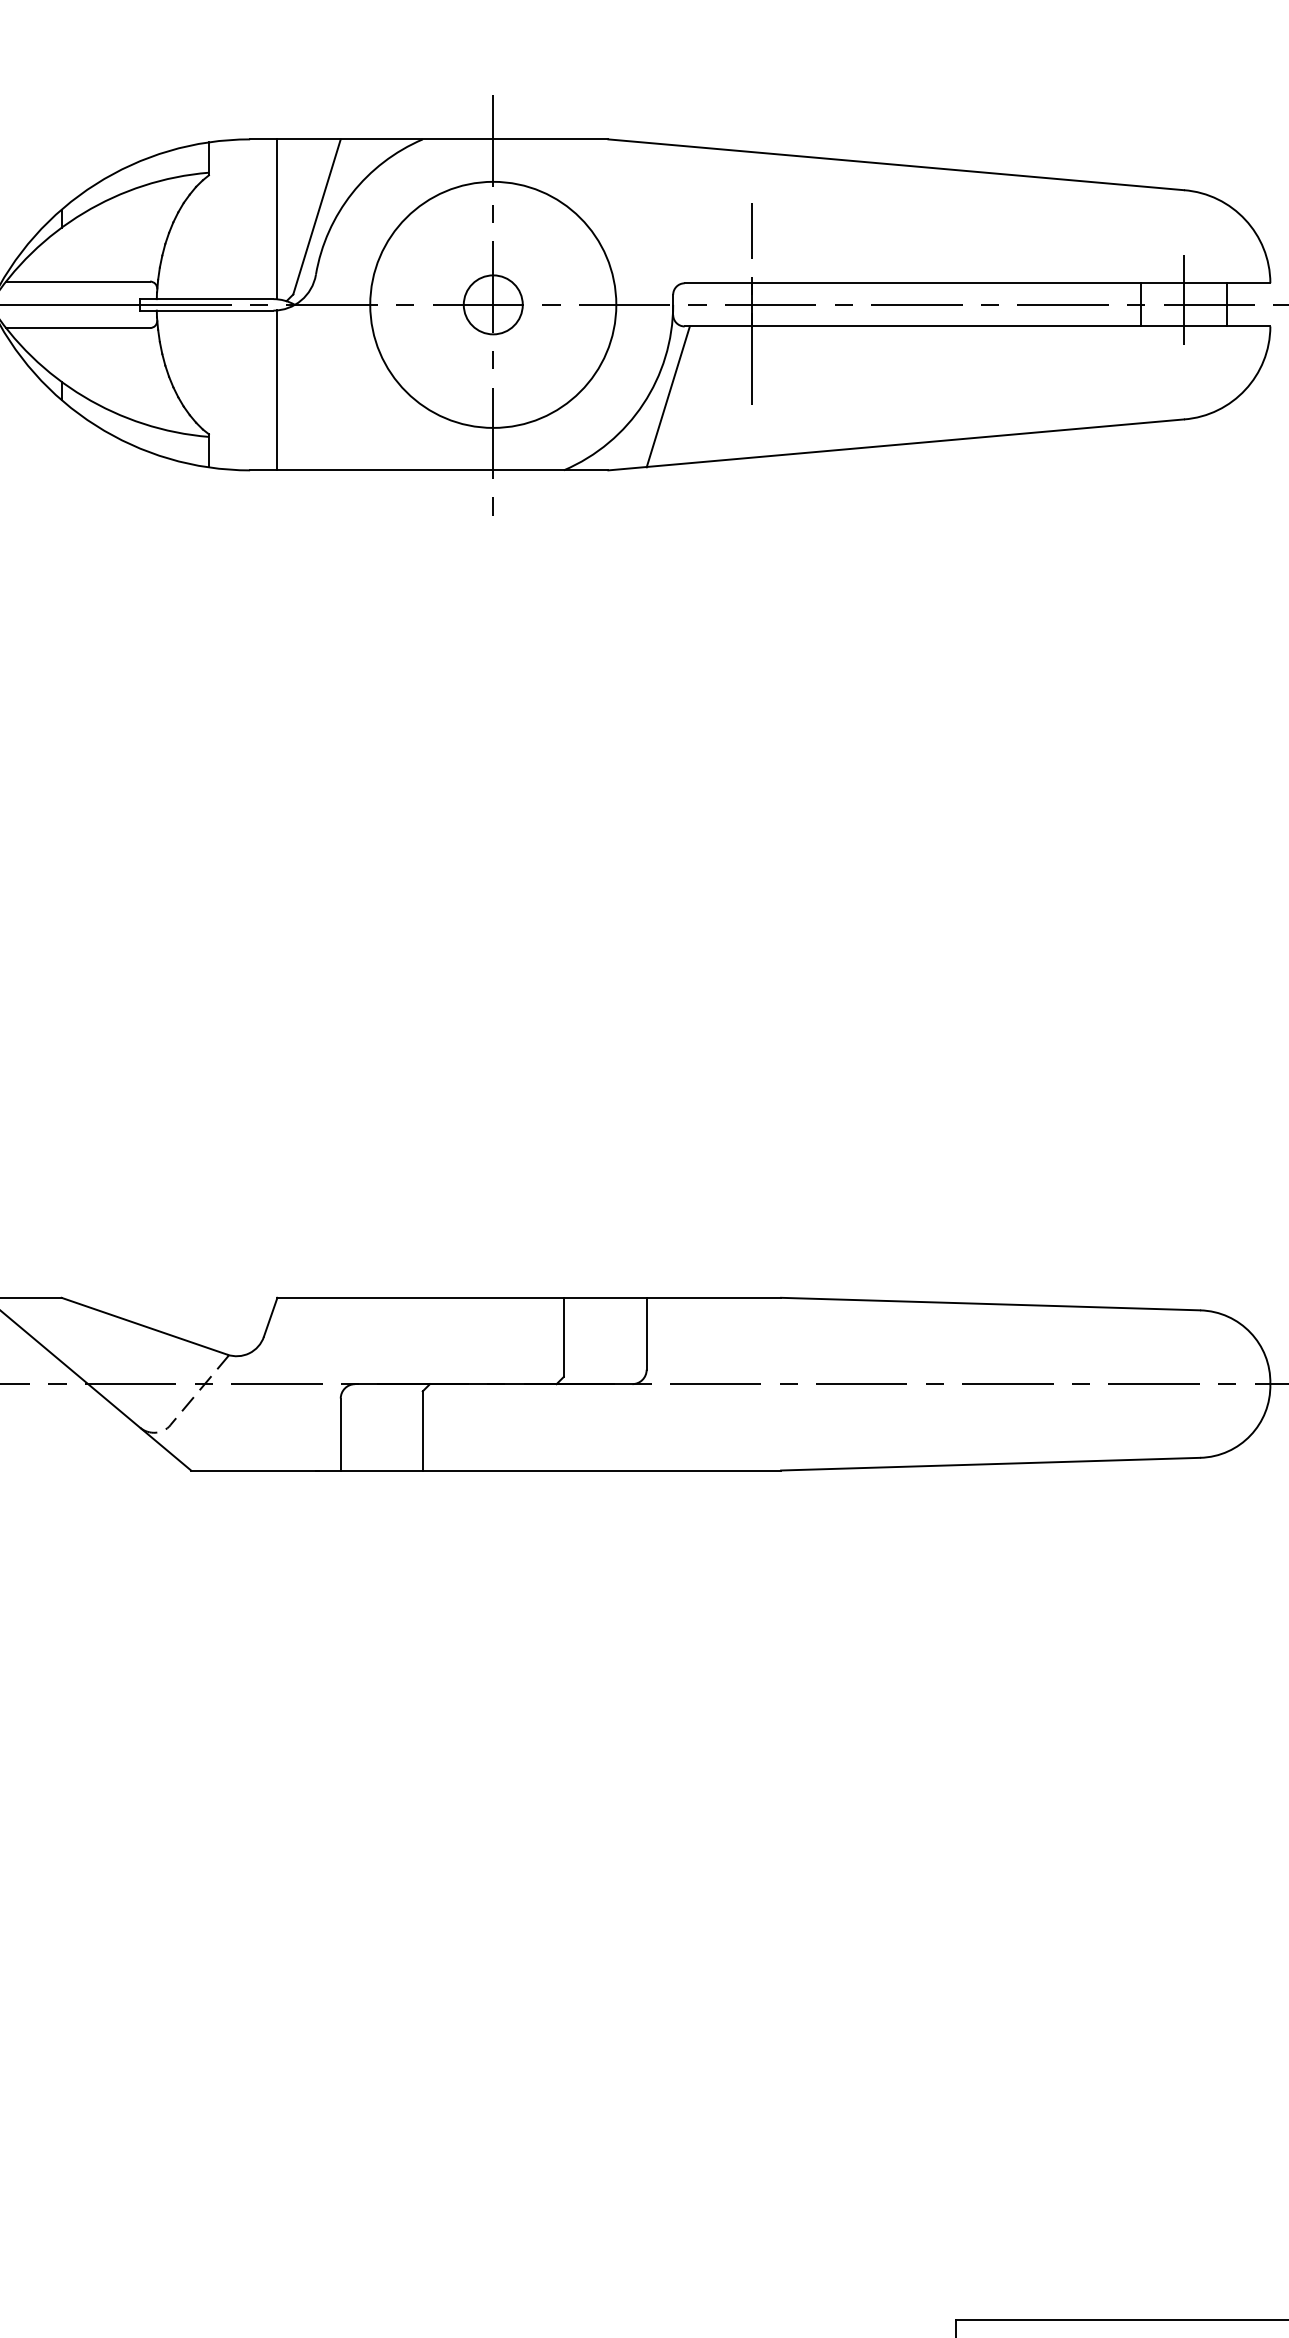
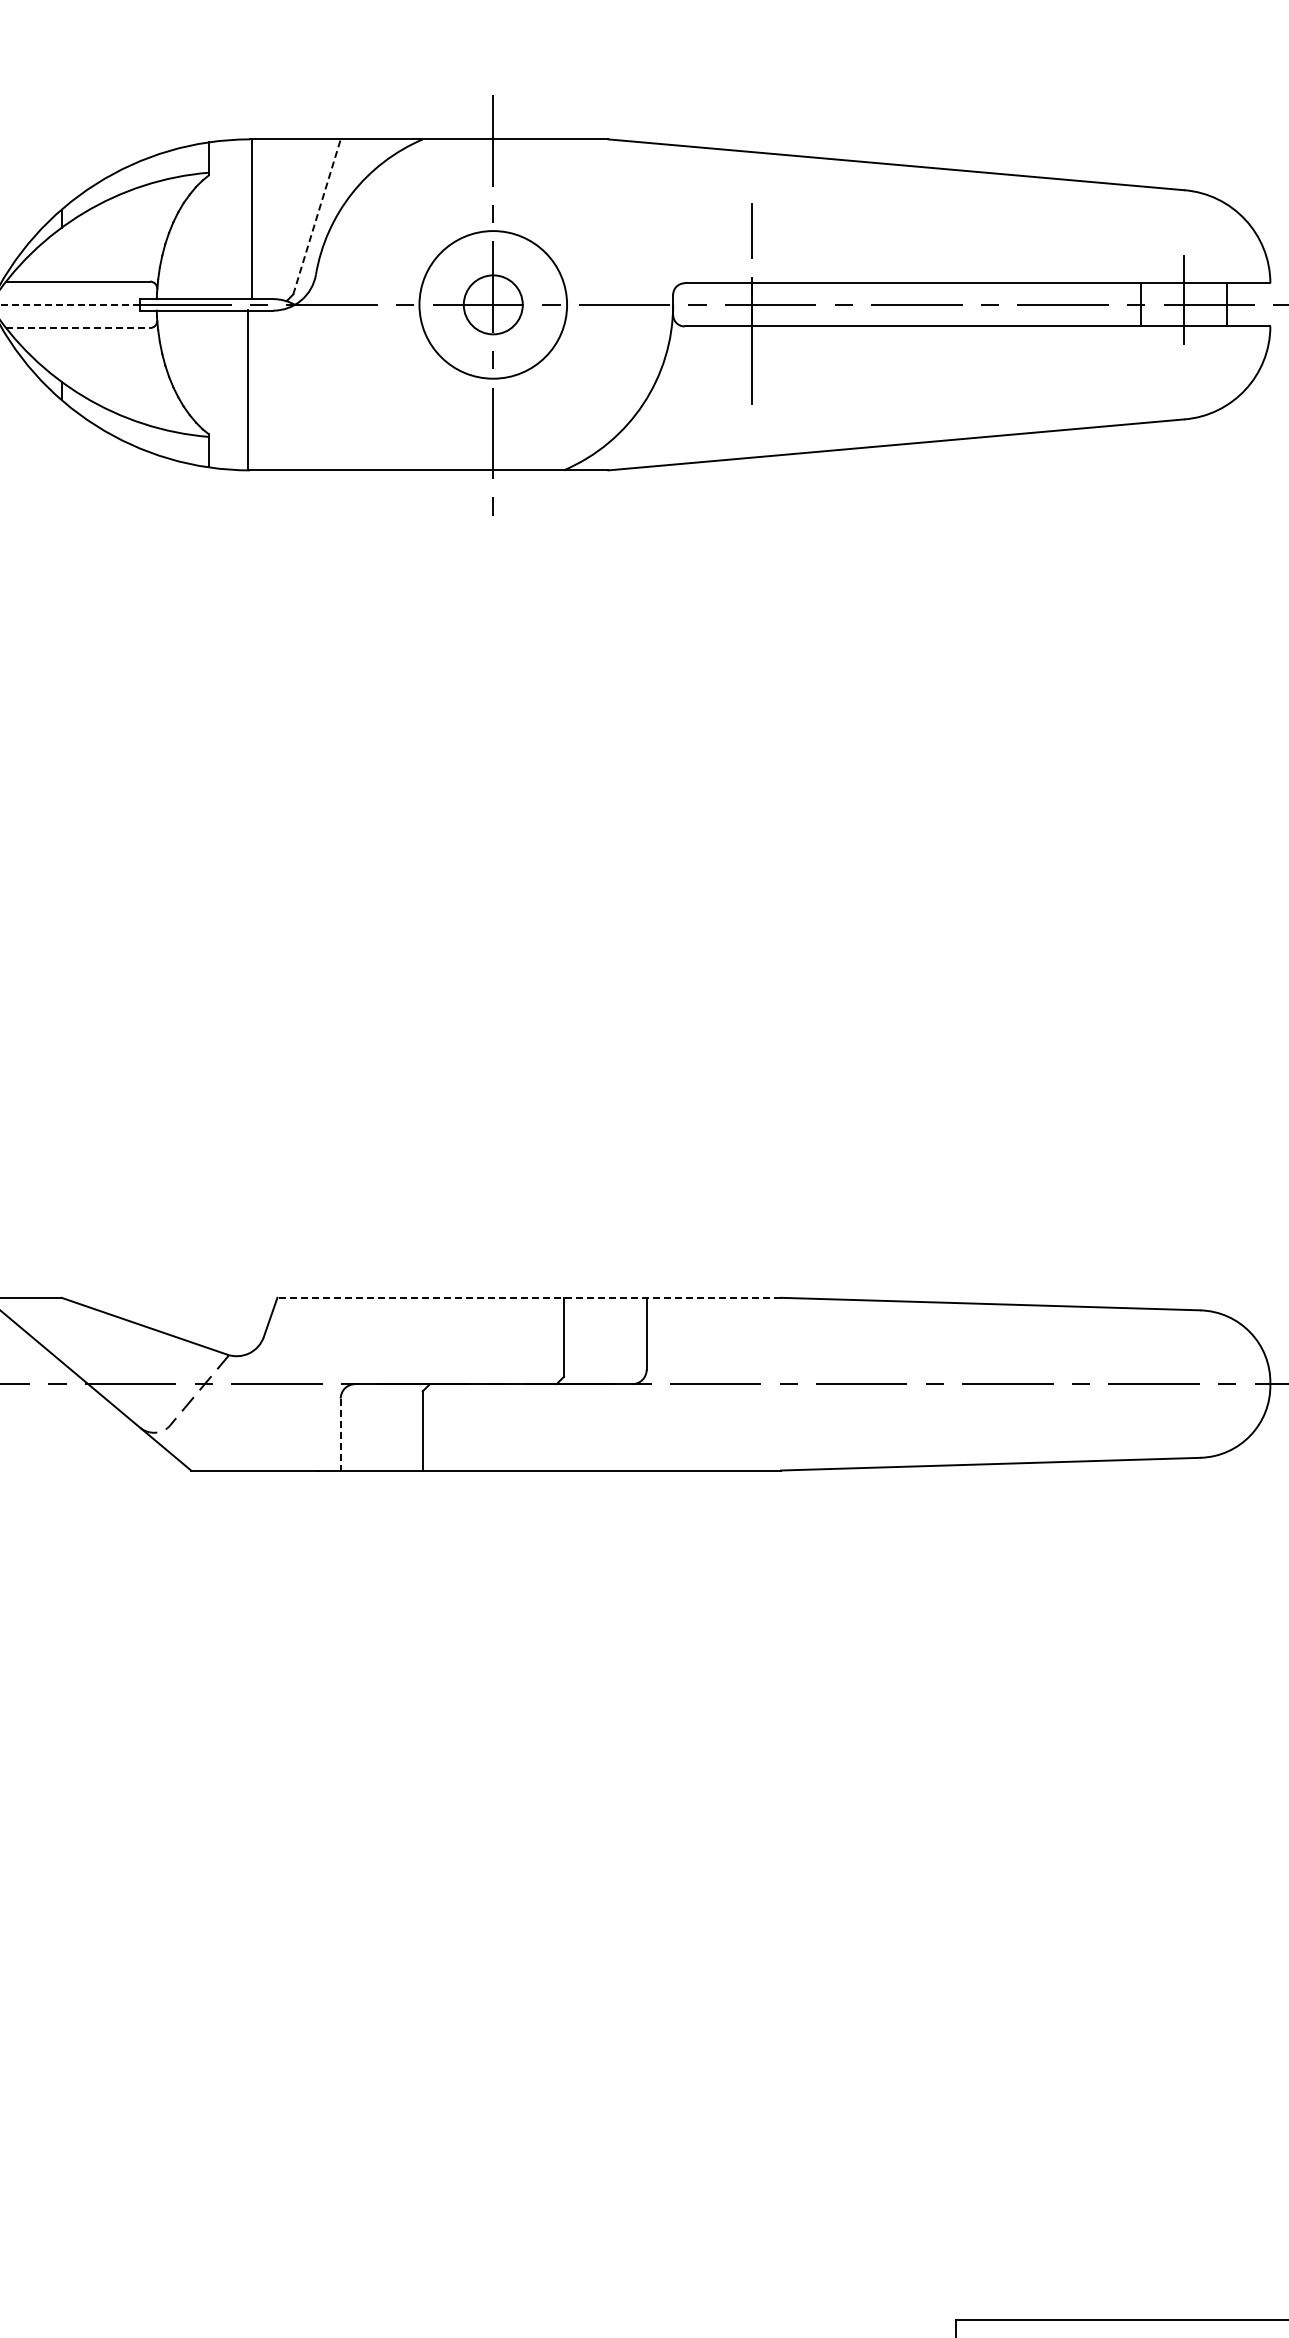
line at (317, 216): solid -> dashed
line at (277, 219) position: (277, 219) -> (252, 219)
line at (70, 304): solid -> dashed
circle at (493, 304) diameter: 246 px -> 148 px
line at (78, 328): solid -> dashed
line at (277, 390) position: (277, 390) -> (248, 390)
line at (667, 396): present -> none
line at (529, 1297): solid -> dashed
line at (340, 1434): solid -> dashed
